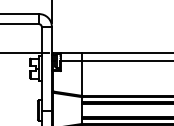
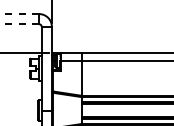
line at (20, 14): solid -> dashed
line at (19, 24): solid -> dashed
